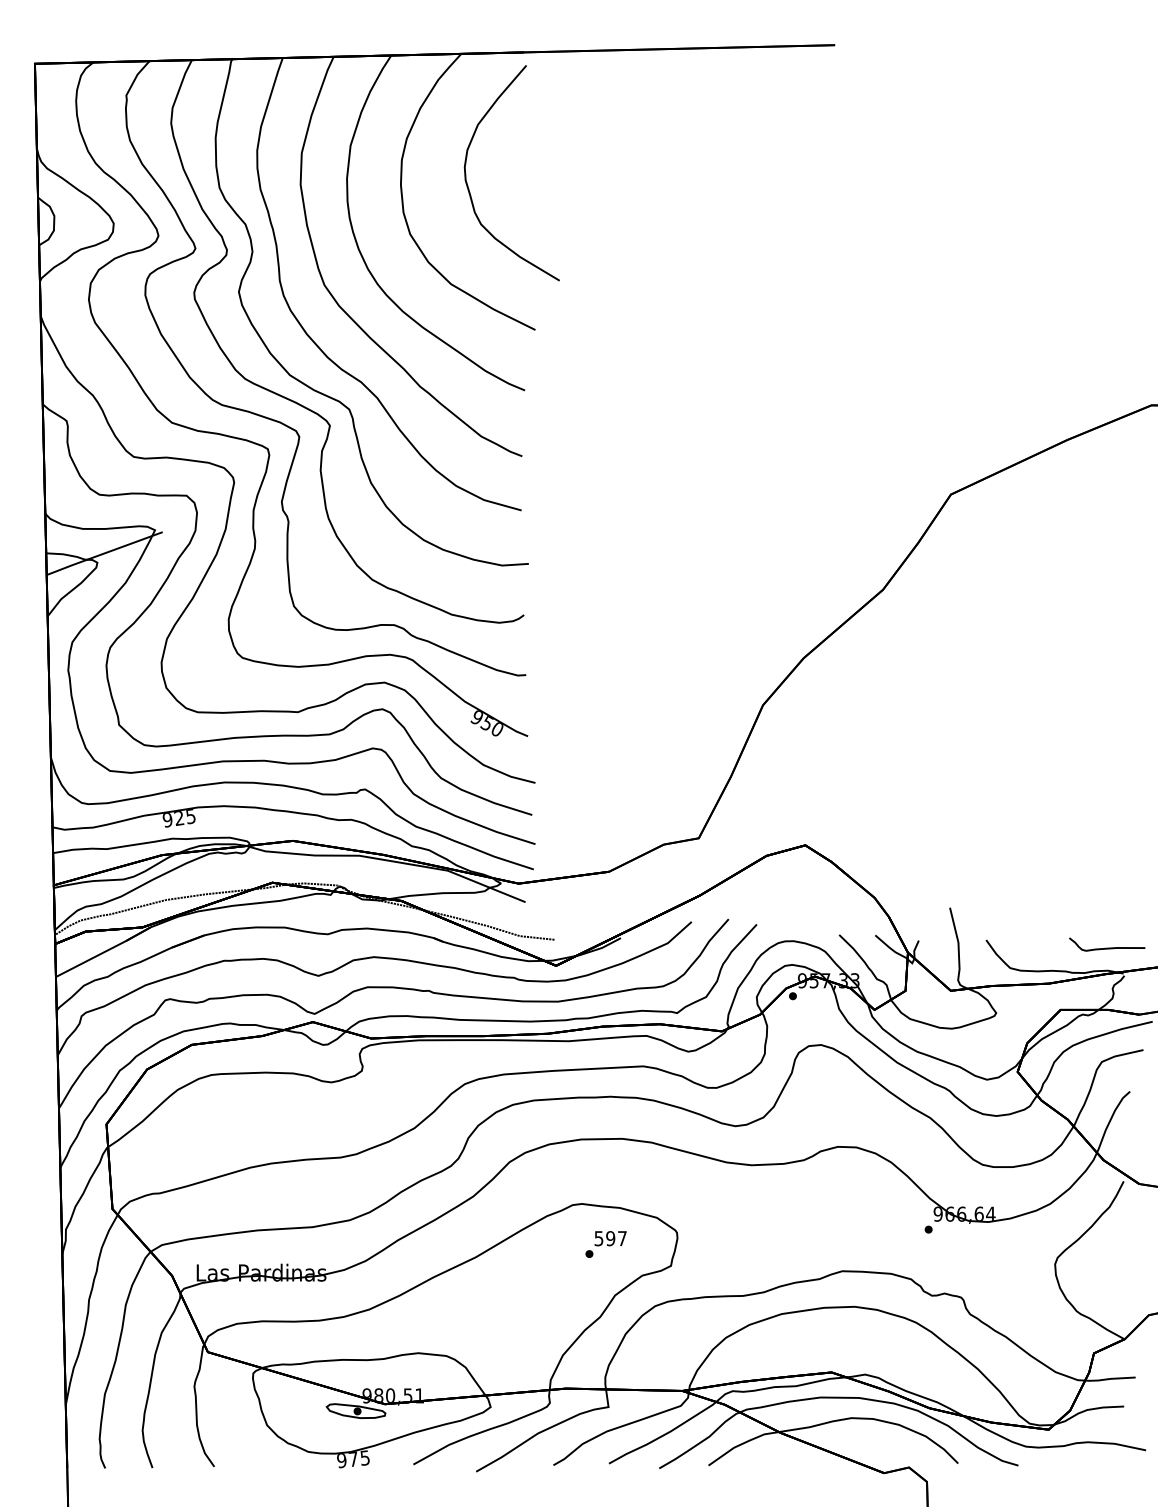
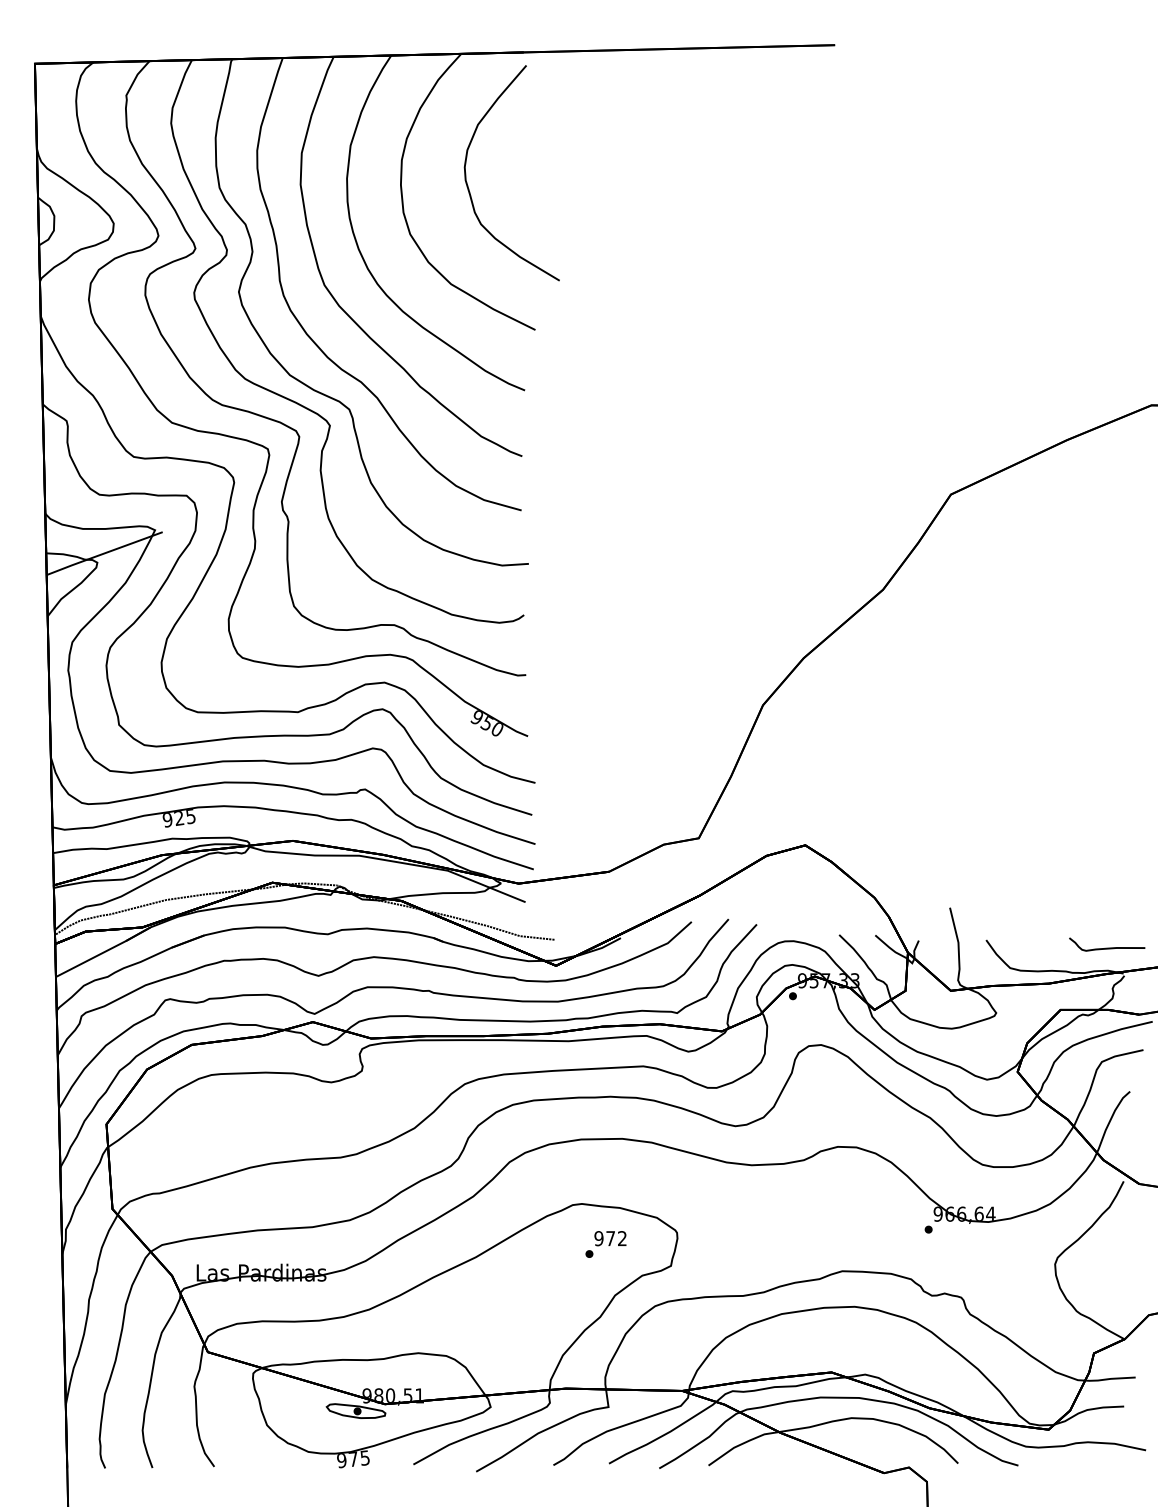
text at (610, 1238): 597 -> 972
